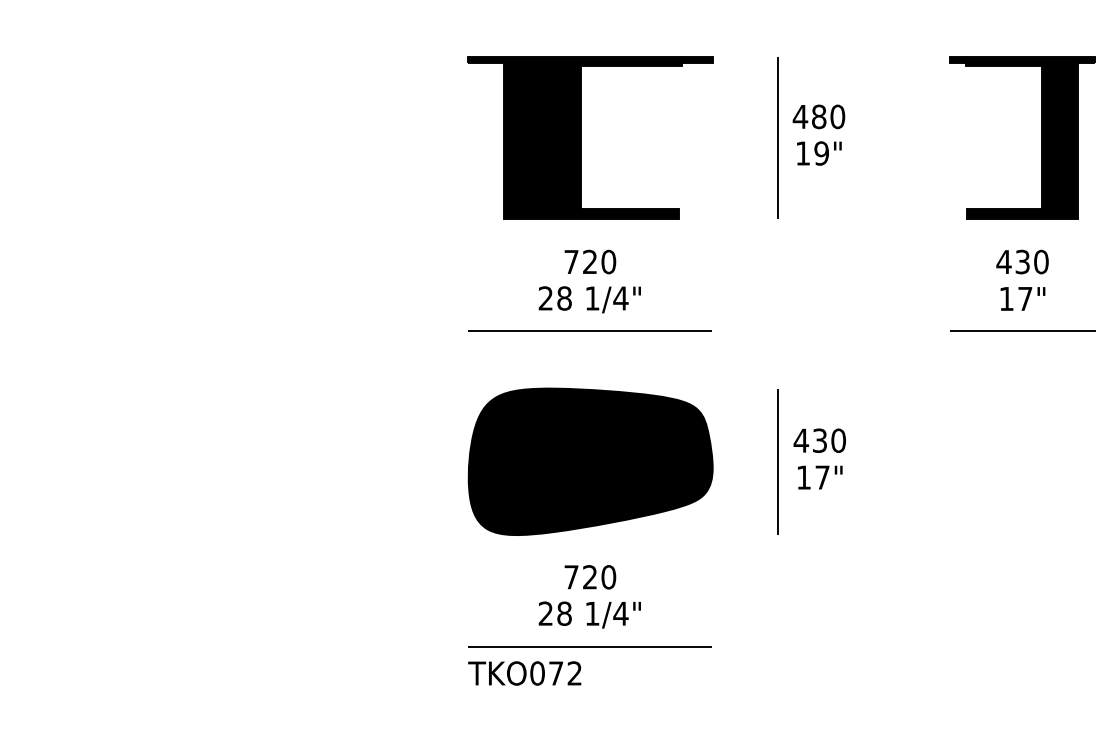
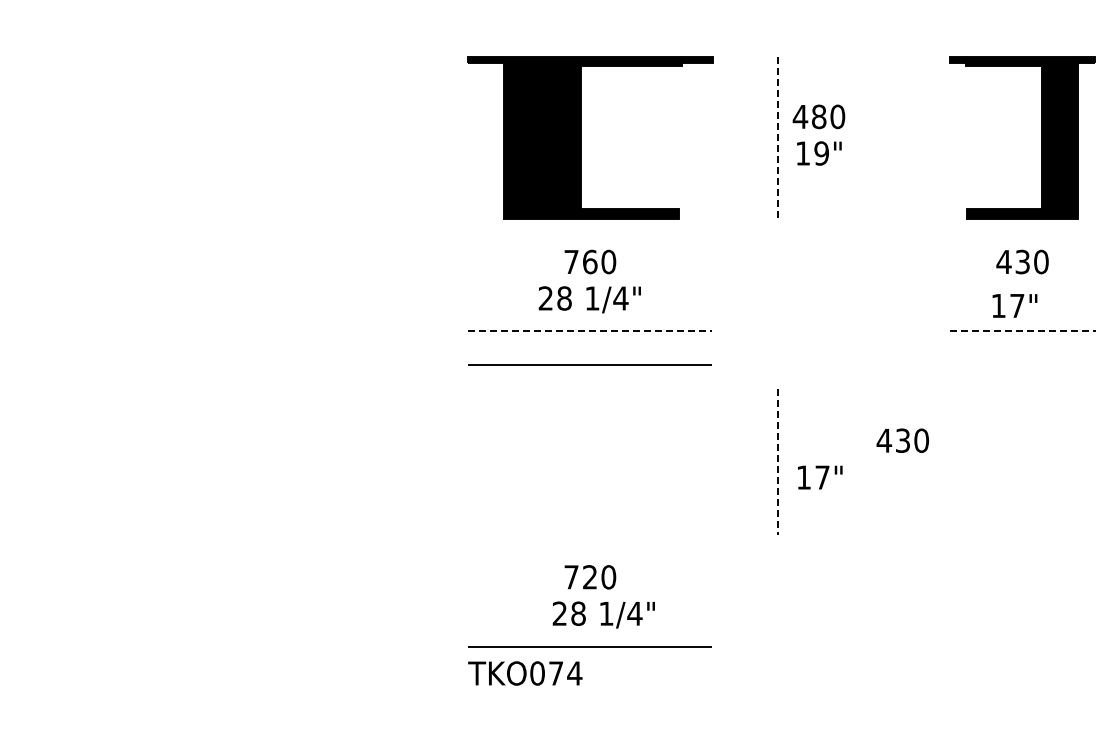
line at (778, 138): solid -> dashed
text at (590, 261): 720 -> 760
text at (1022, 298) position: (1022, 298) -> (1014, 305)
line at (590, 331): solid -> dashed
line at (1022, 331): solid -> dashed
line at (589, 364): none -> present
text at (819, 440) position: (819, 440) -> (902, 440)
part at (590, 461): present -> none
line at (778, 461): solid -> dashed
text at (589, 614) position: (589, 614) -> (603, 614)
text at (574, 673): TKO072 -> TKO074
